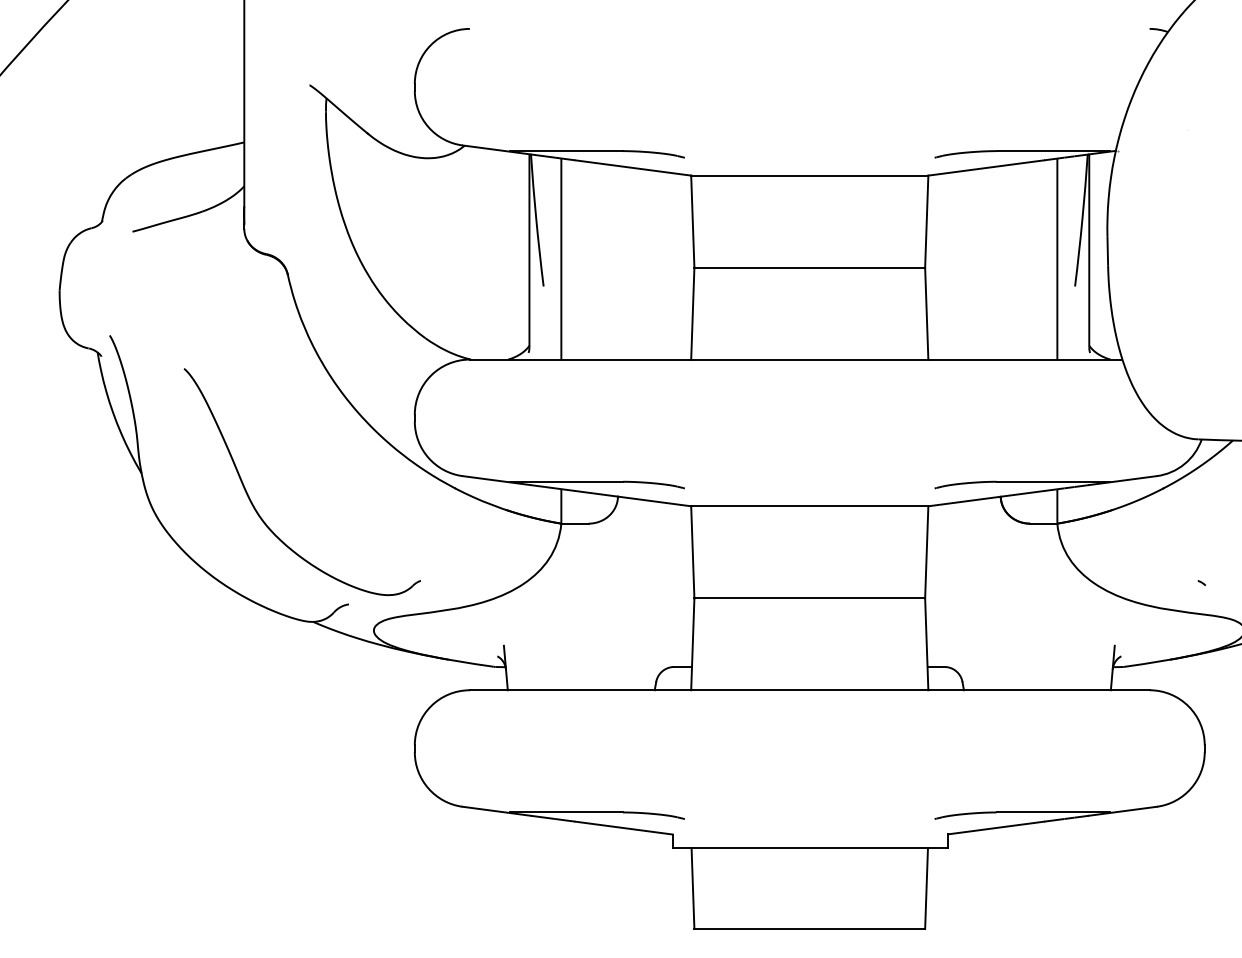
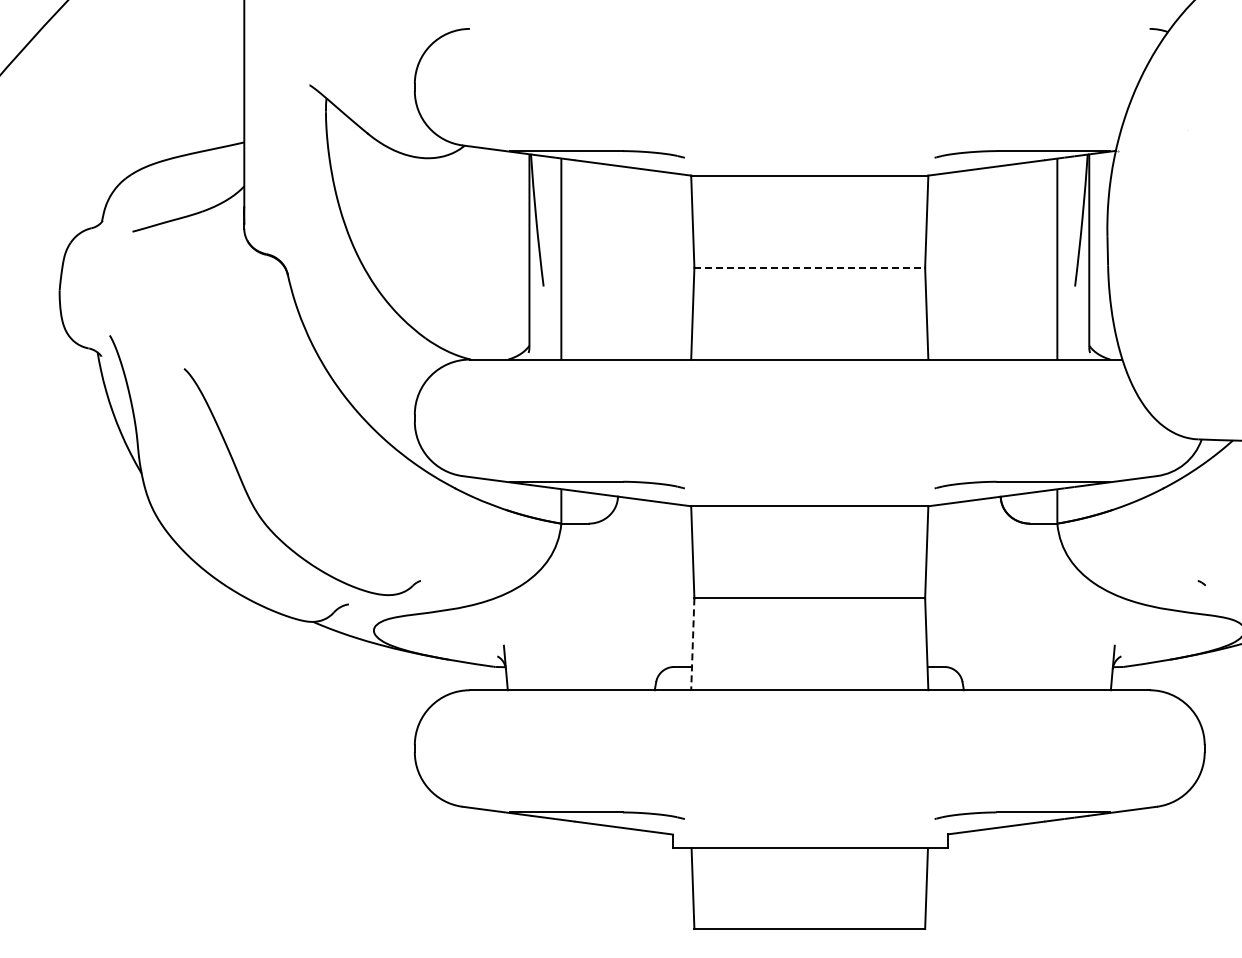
line at (810, 267): solid -> dashed
line at (692, 644): solid -> dashed
